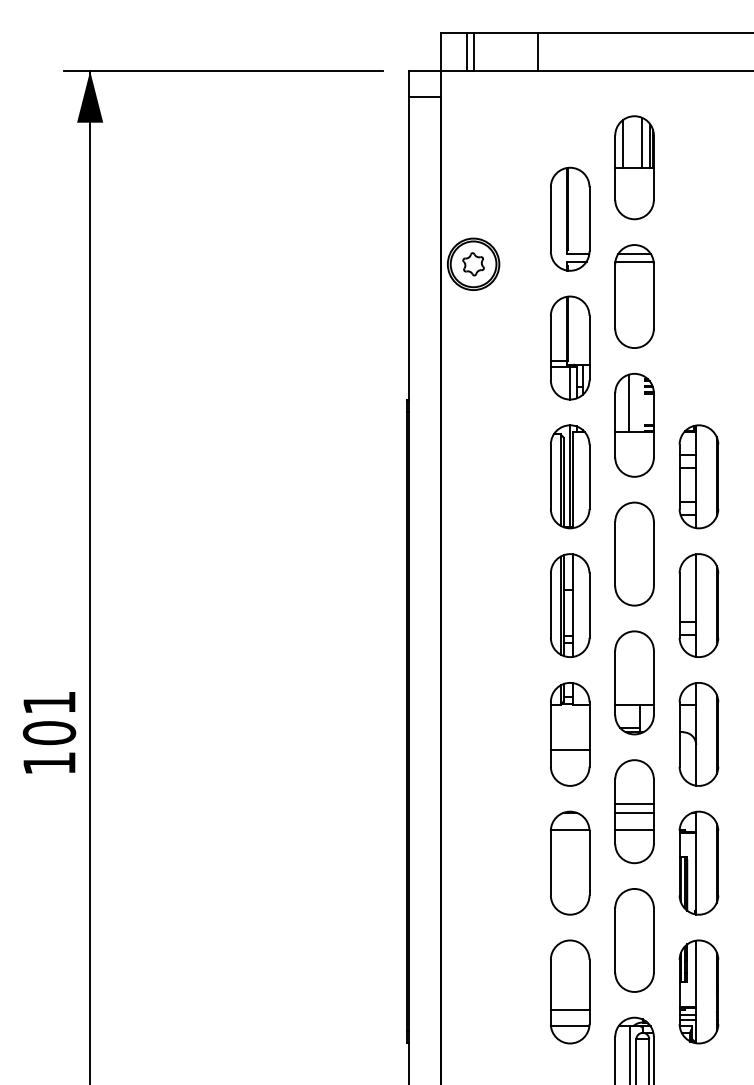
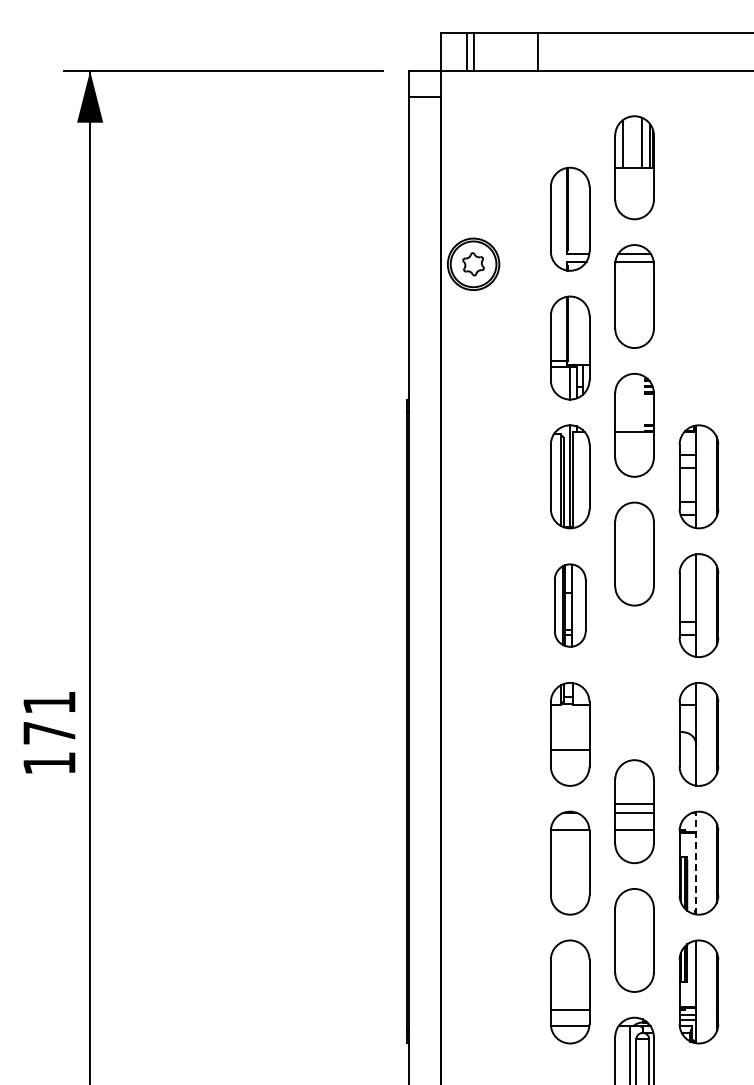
line at (629, 402): present -> none
part at (570, 605) size: 41x105 px -> 34x85 px
part at (634, 682): present -> none
text at (49, 733): 101 -> 171
line at (696, 862): solid -> dashed
